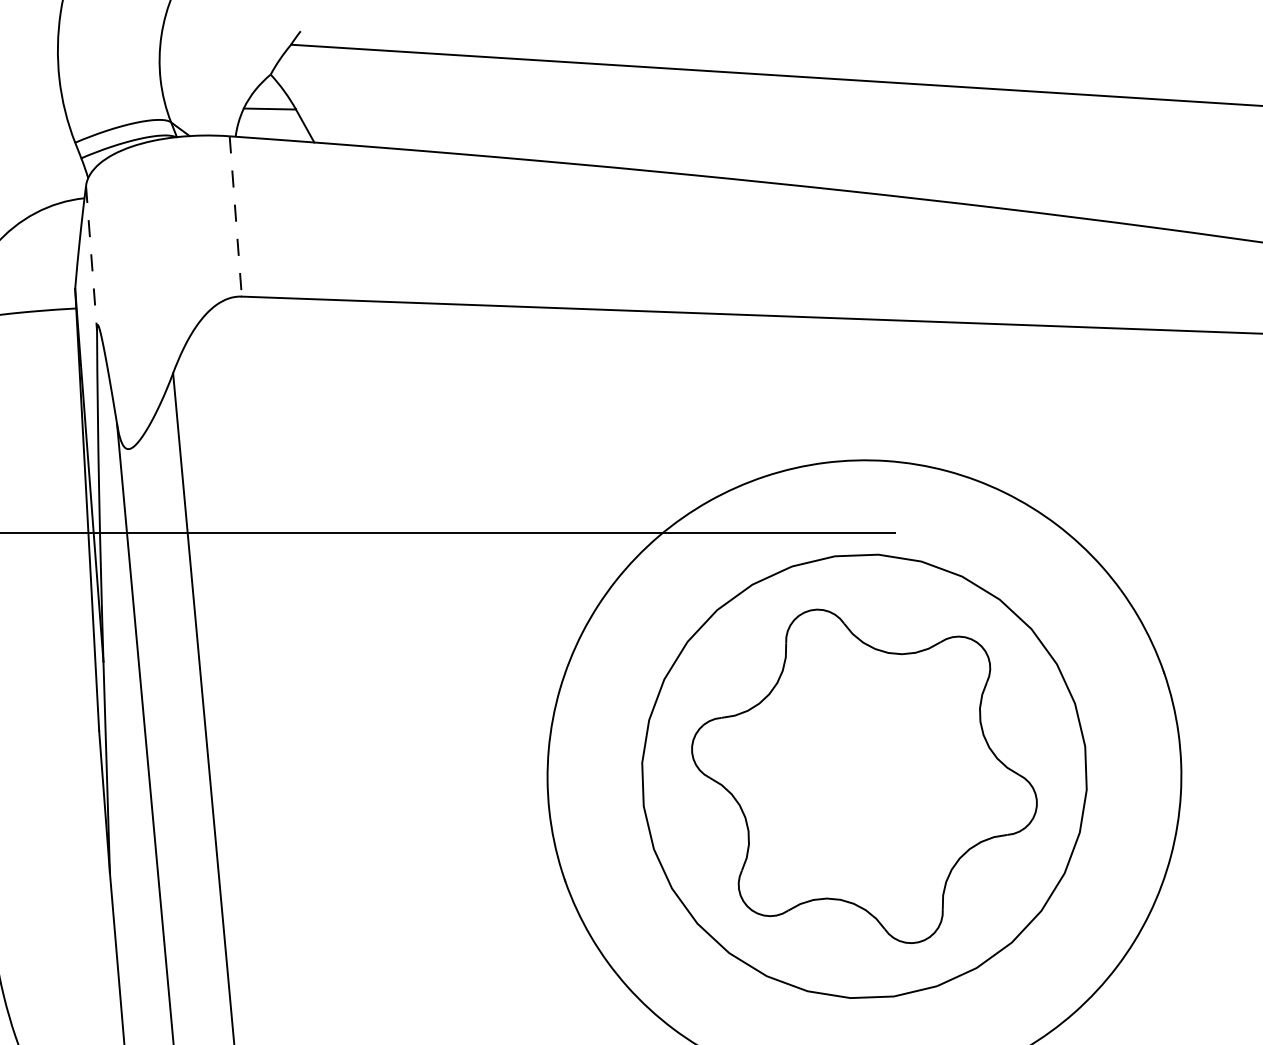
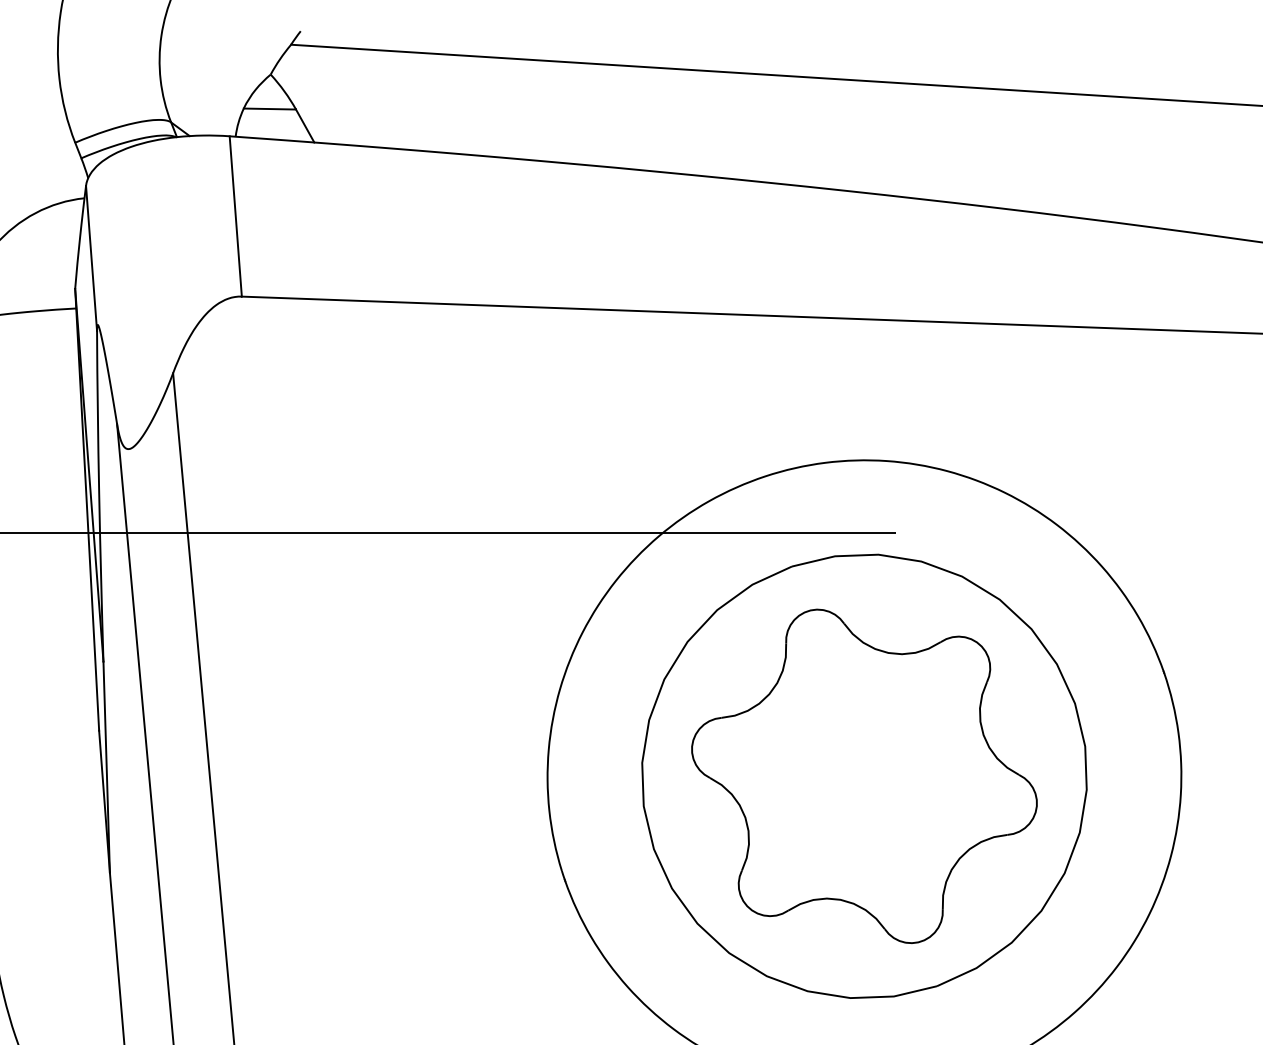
line at (235, 216): dashed -> solid
line at (91, 258): dashed -> solid
